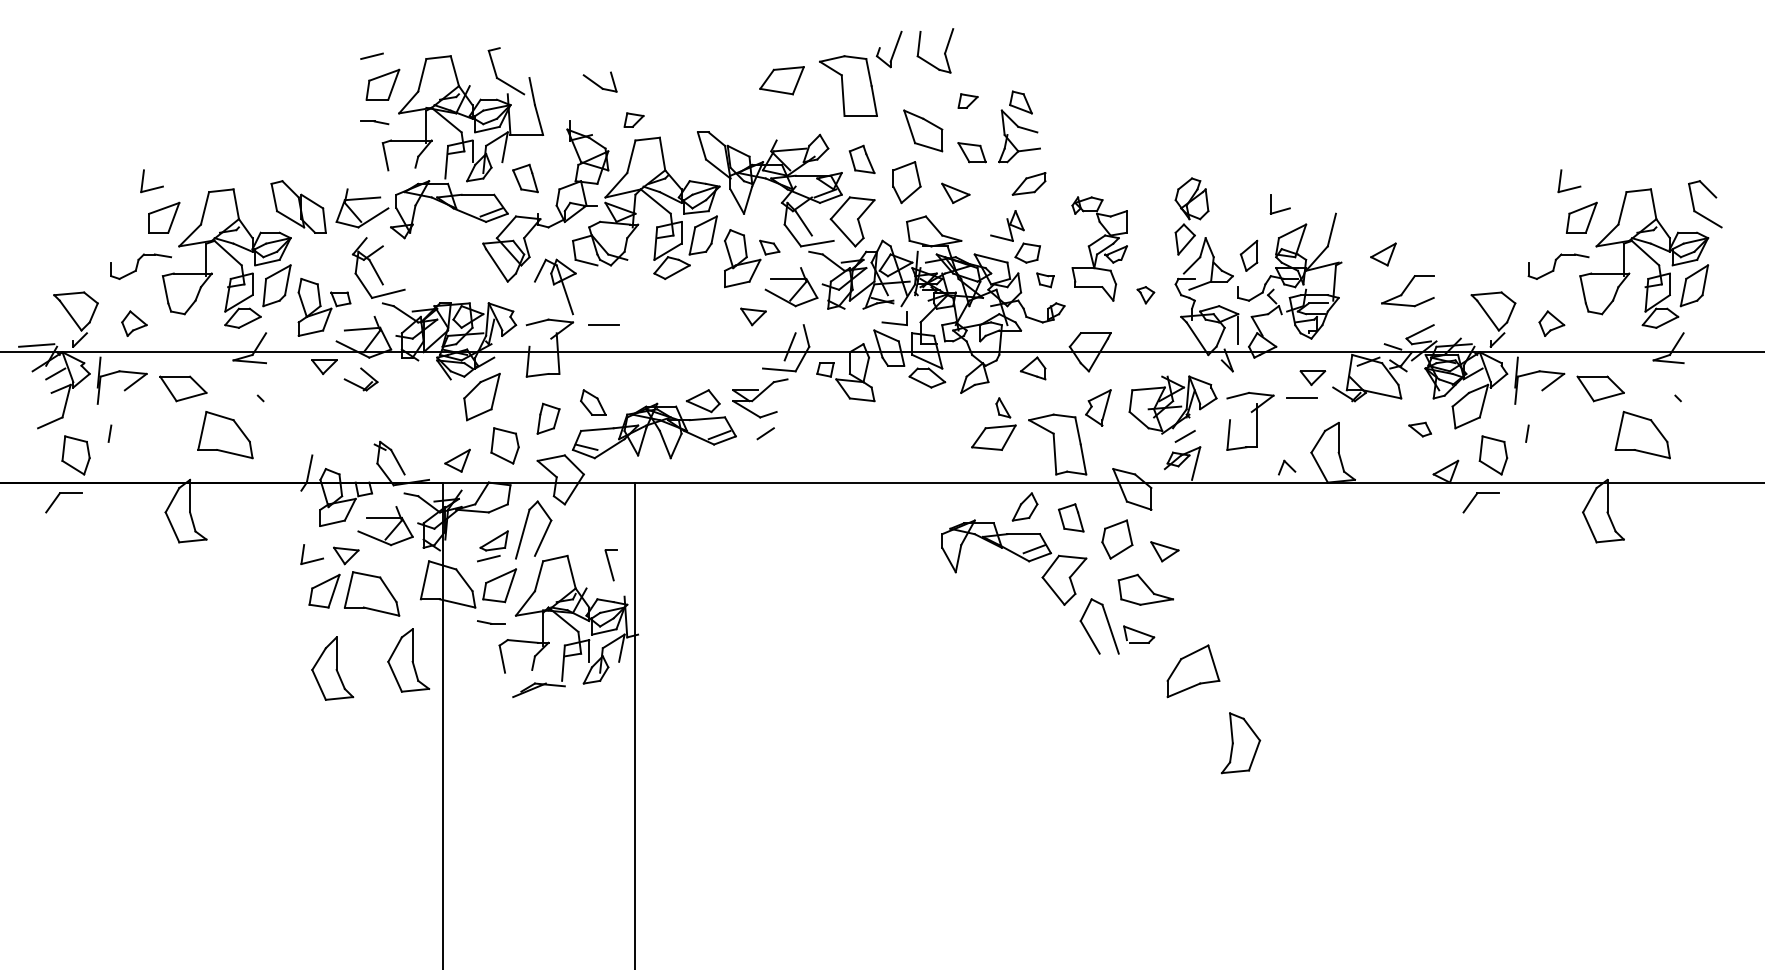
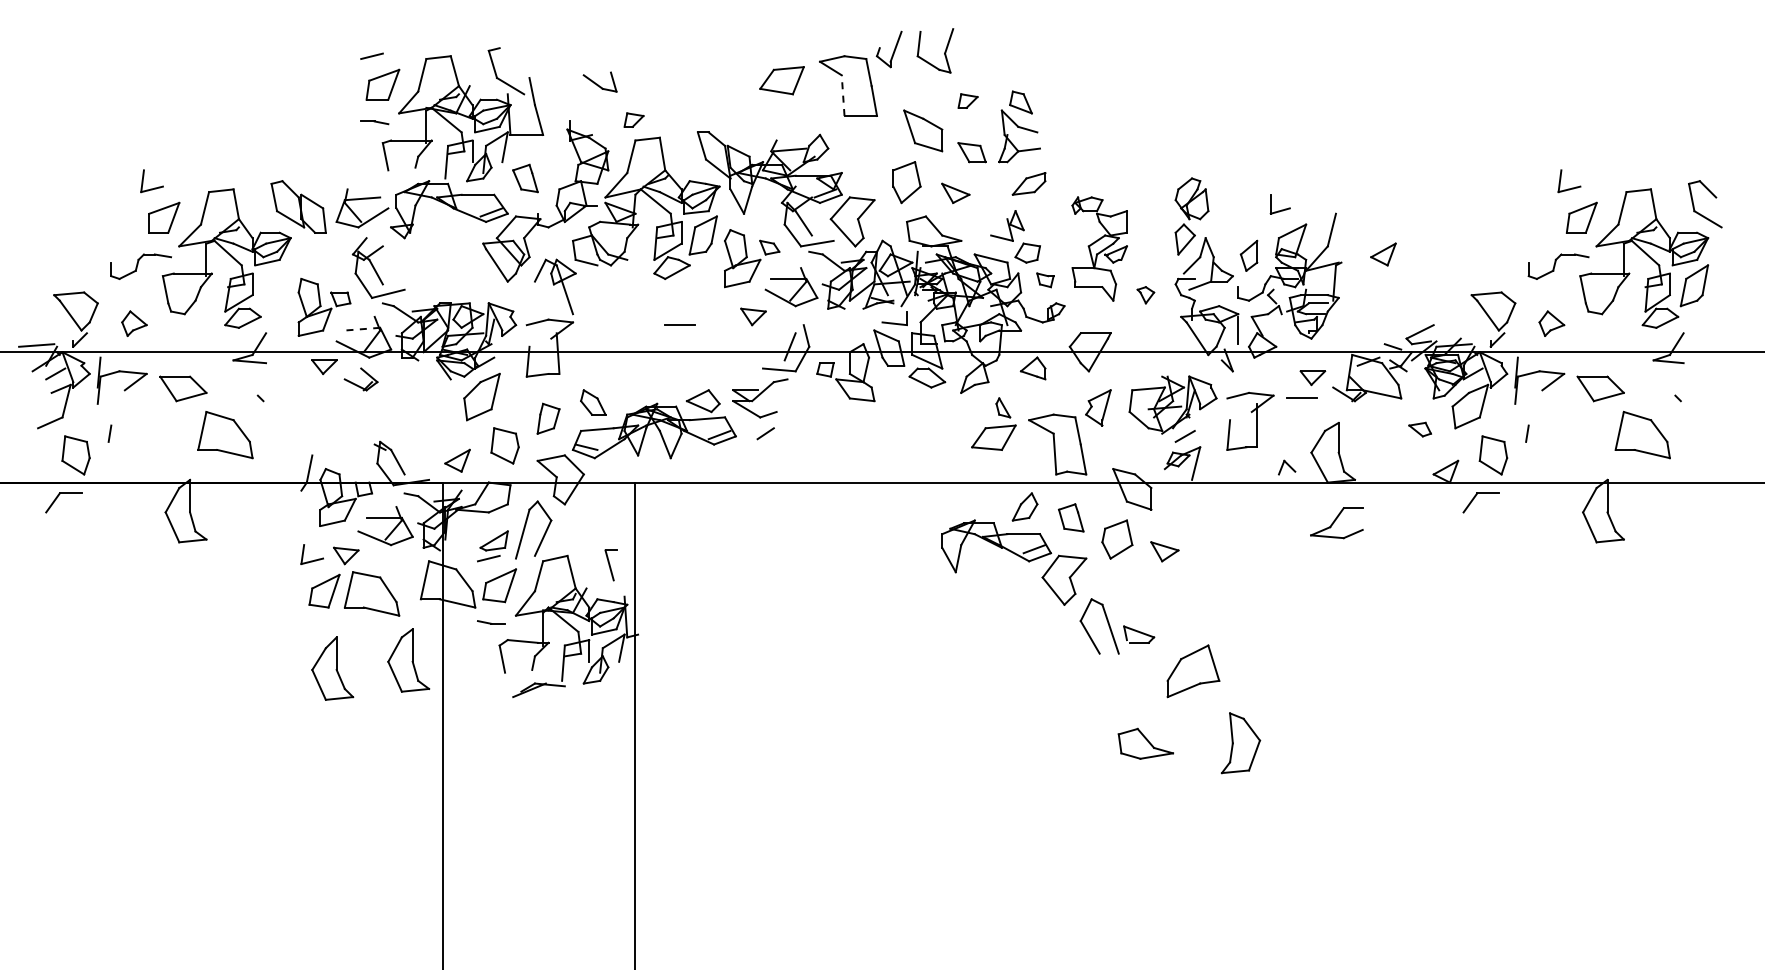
line at (843, 95): solid -> dashed
part at (861, 159): present -> none
part at (276, 285): present -> none
part at (1407, 291) position: (1407, 291) -> (1336, 523)
line at (603, 324) position: (603, 324) -> (679, 324)
line at (362, 329): solid -> dashed
part at (1145, 589) position: (1145, 589) -> (1145, 743)
